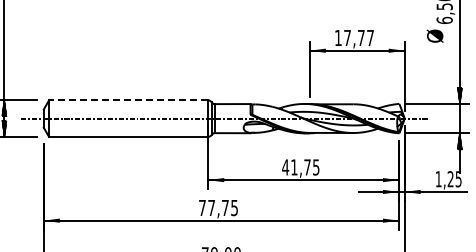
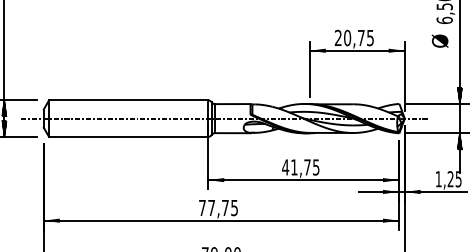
text at (434, 35) position: (434, 35) -> (439, 40)
text at (353, 37): 17,77 -> 20,75
line at (128, 100): dashed -> solid
